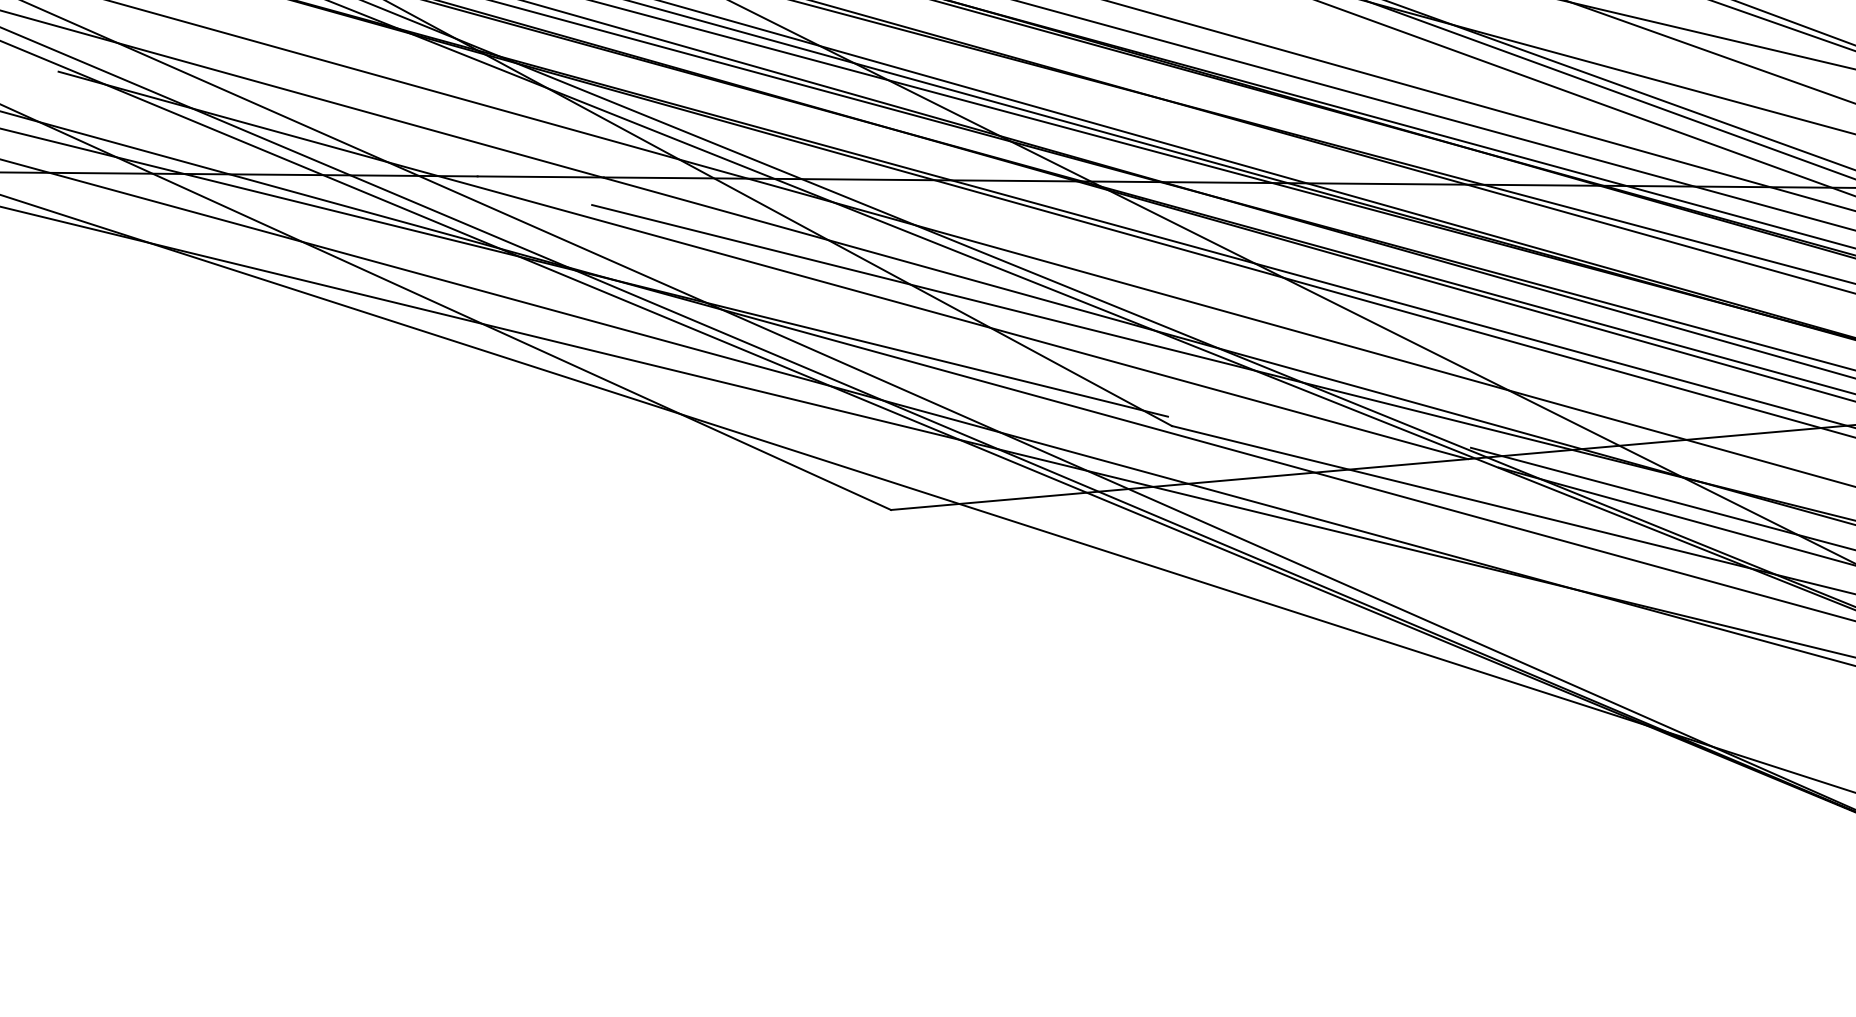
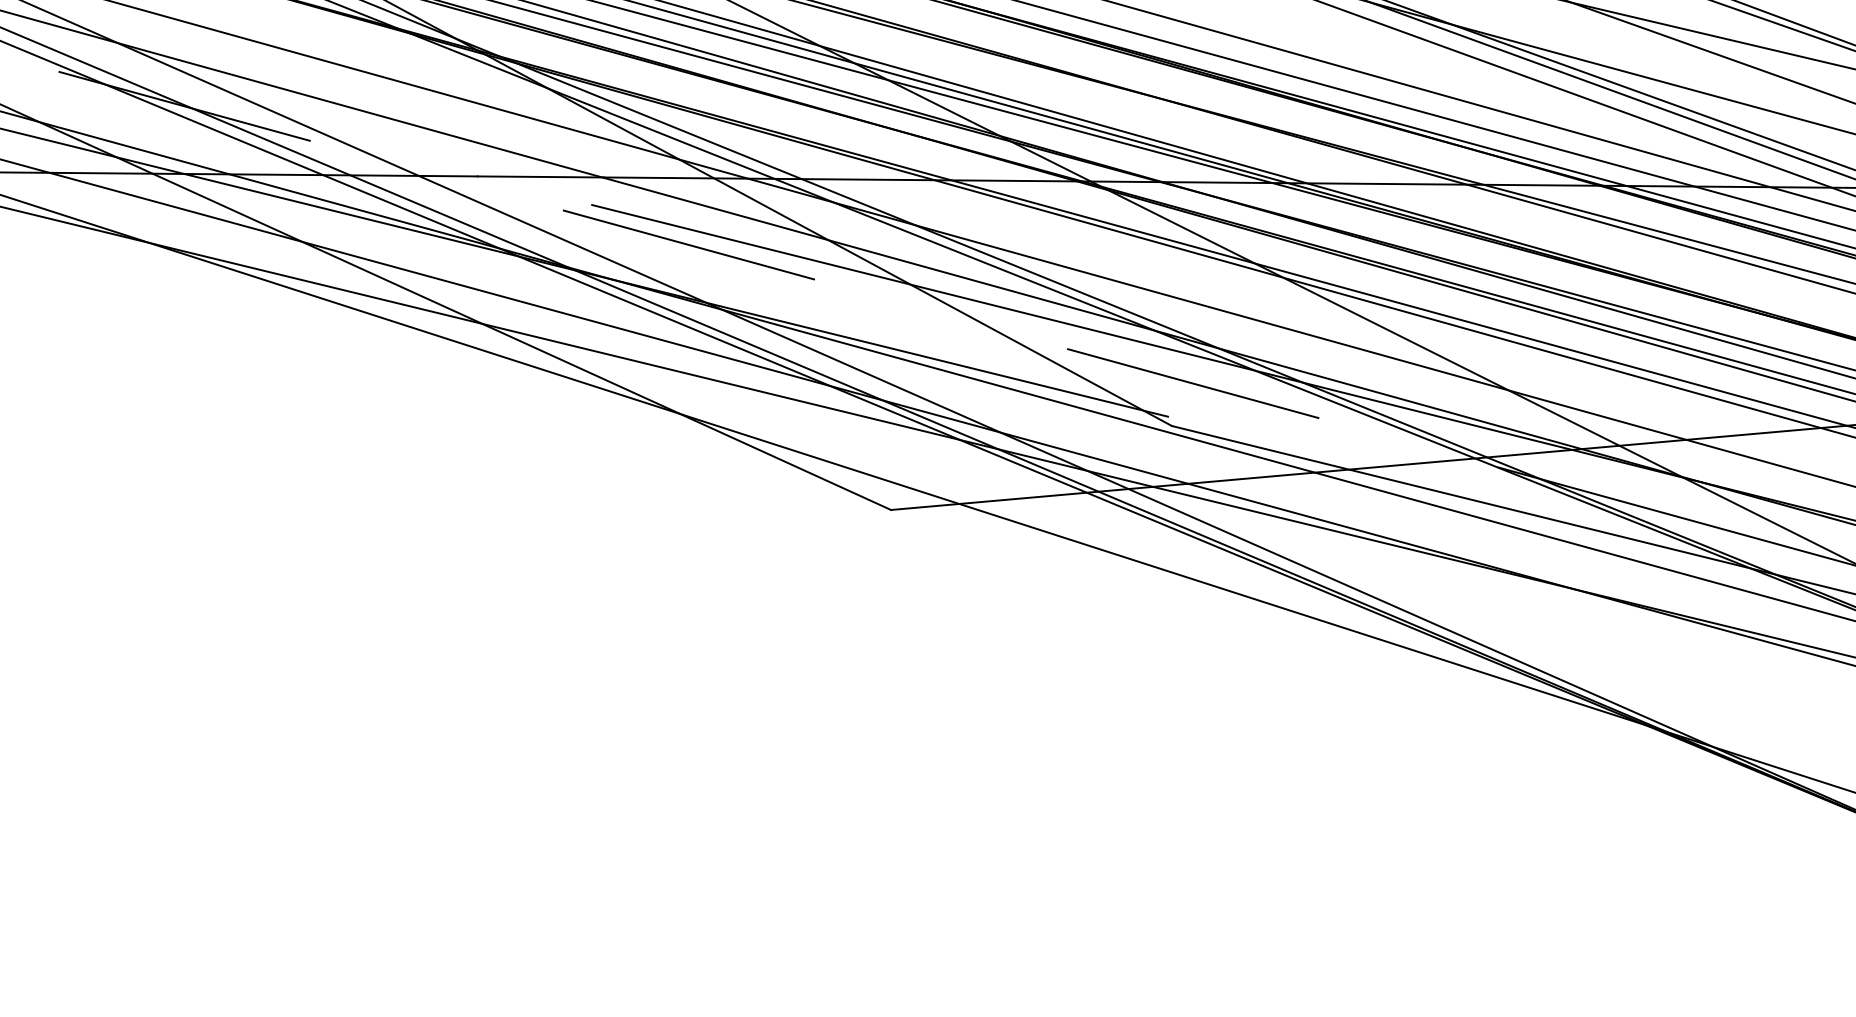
line at (763, 265): solid -> dashed
line at (1661, 498): present -> none
